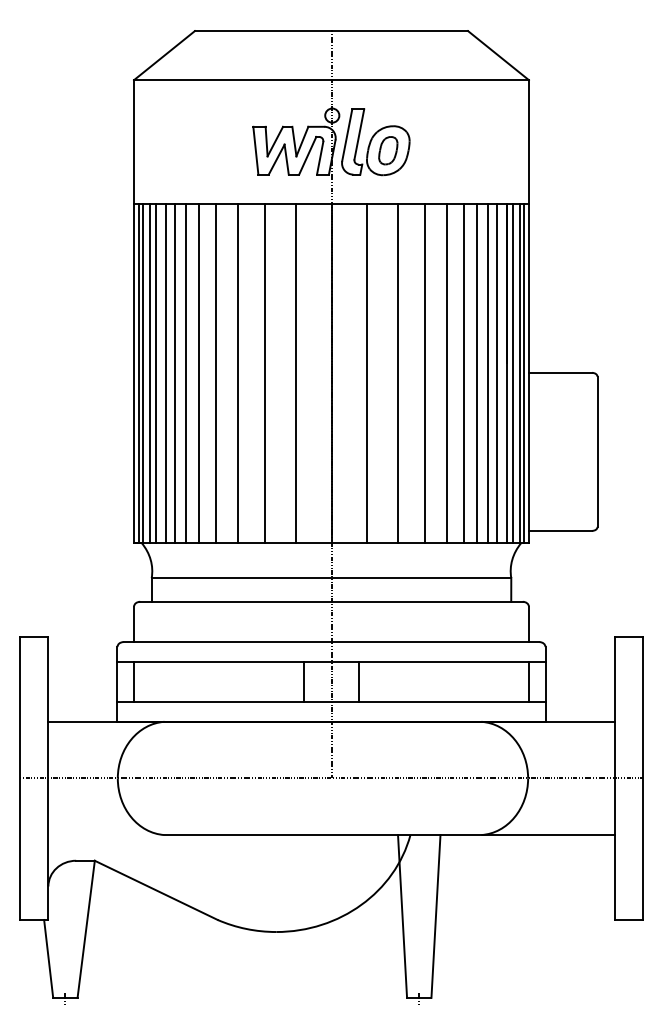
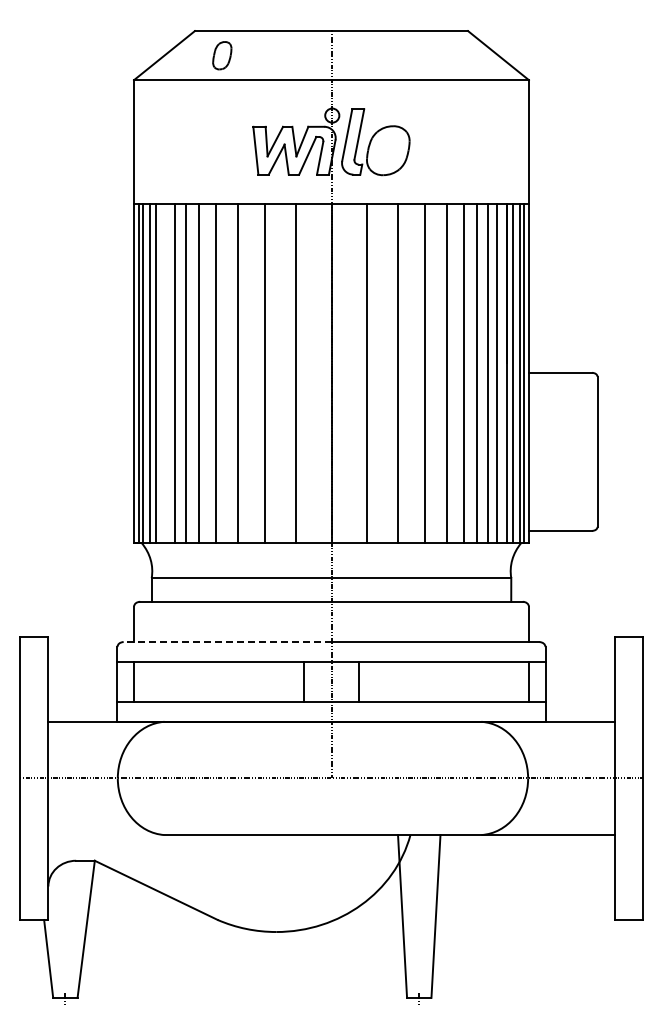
part at (388, 150) position: (388, 150) -> (222, 55)
line at (165, 373): present -> none
line at (227, 642): solid -> dashed
